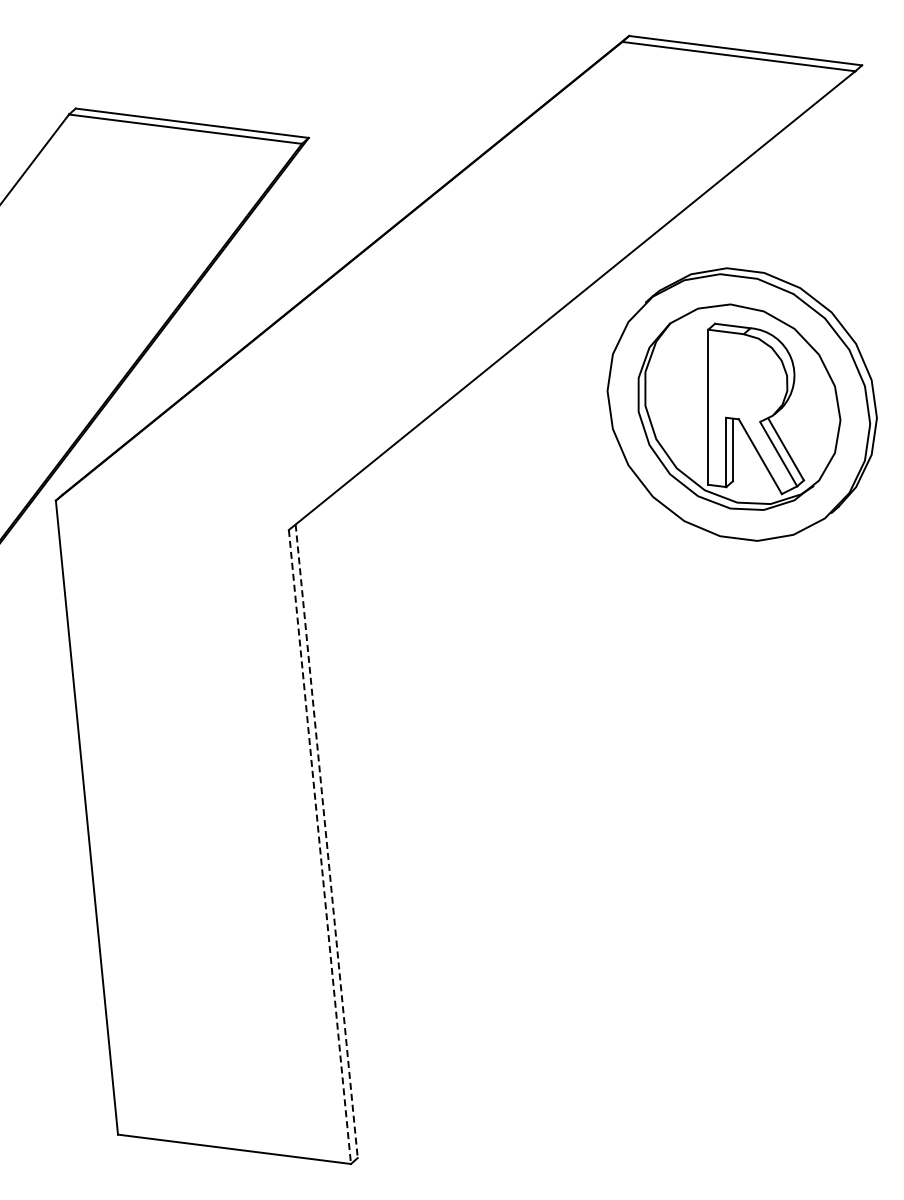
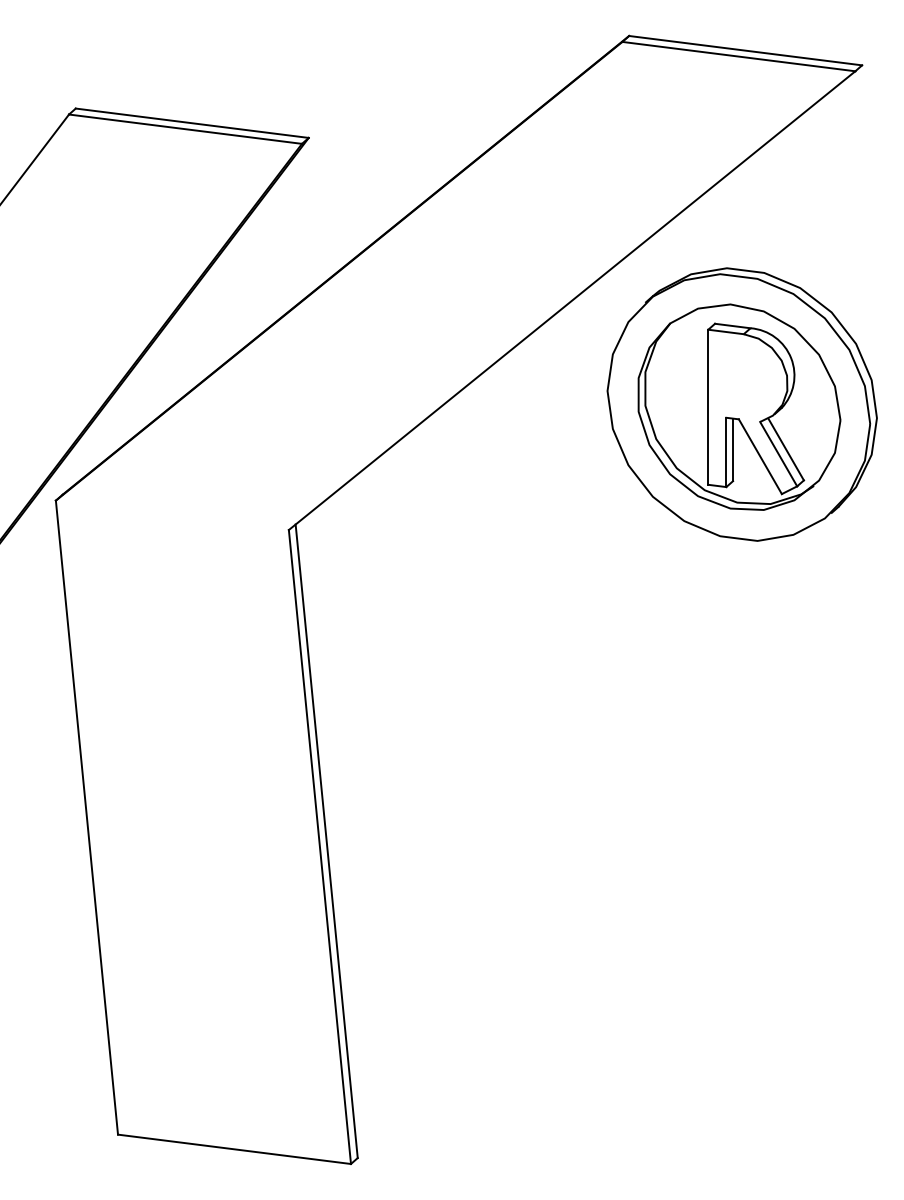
line at (326, 841): dashed -> solid
line at (319, 847): dashed -> solid
